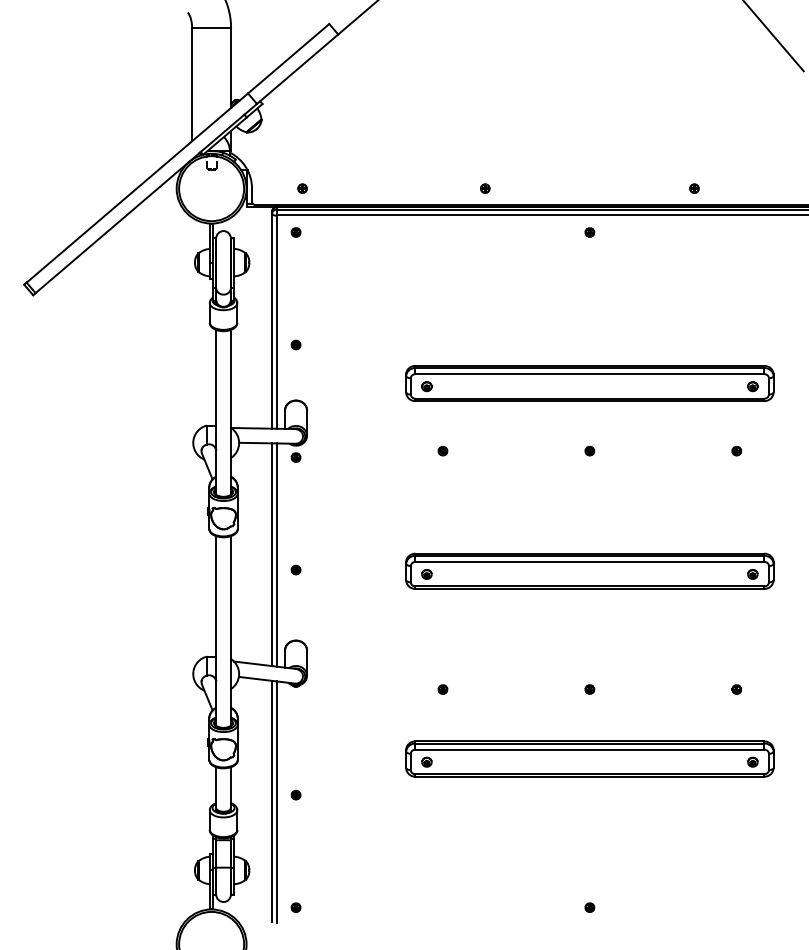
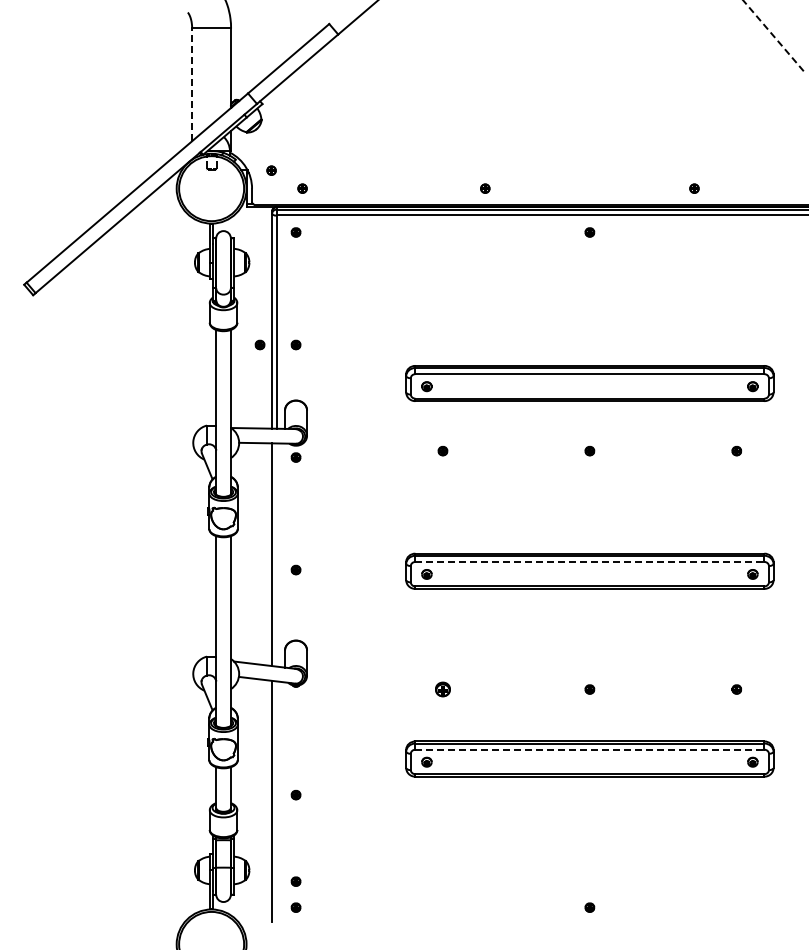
line at (773, 35): solid -> dashed
line at (192, 84): solid -> dashed
part at (271, 170): none -> present
part at (259, 344): none -> present
line at (276, 554): present -> none
line at (590, 561): solid -> dashed
part at (442, 689) size: 12x11 px -> 16x17 px
line at (590, 749): solid -> dashed
line at (276, 802): present -> none
part at (295, 881): none -> present
